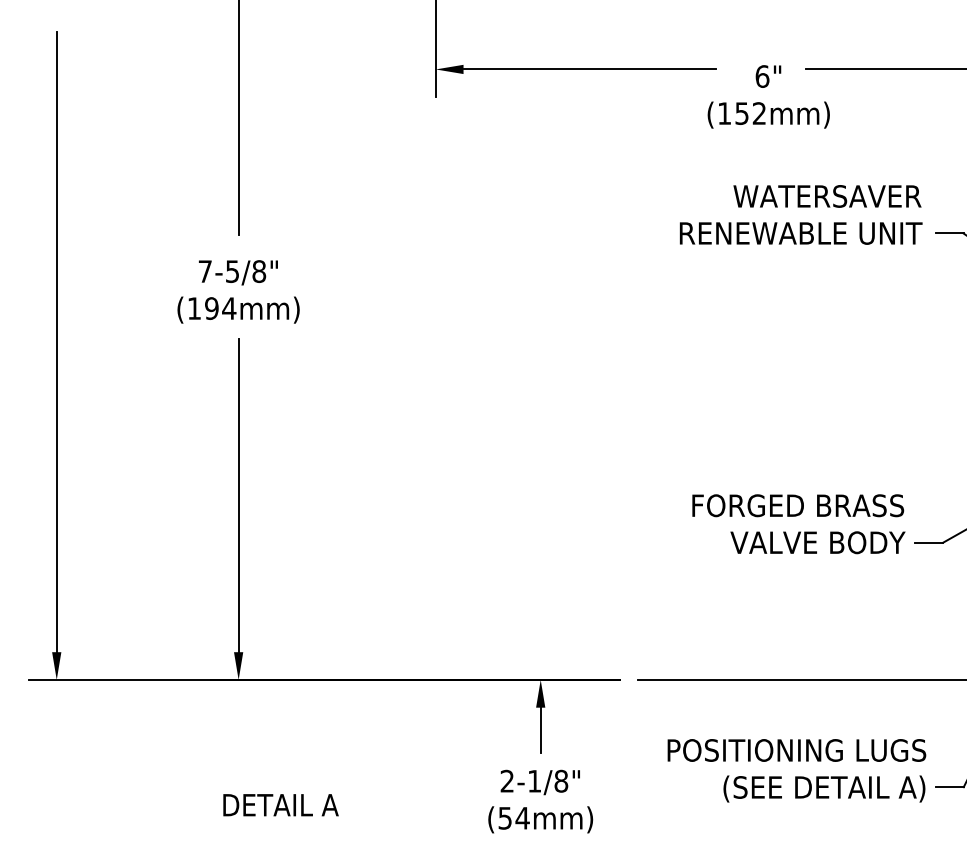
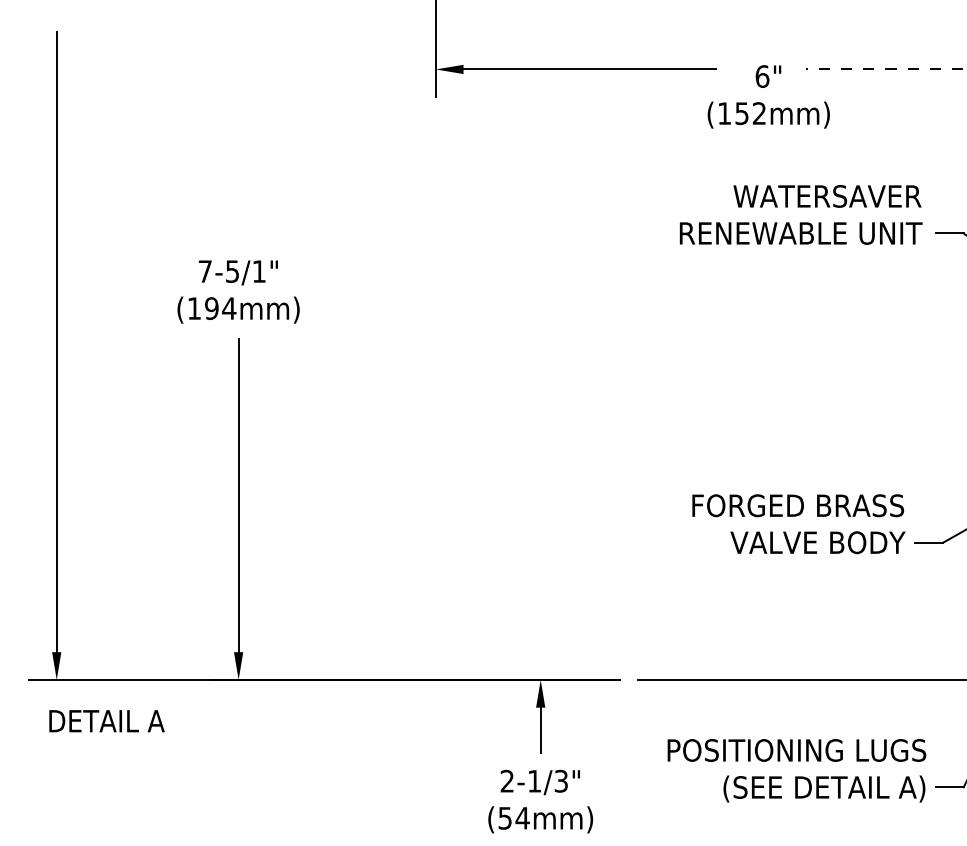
line at (886, 69): solid -> dashed
line at (238, 118): present -> none
text at (259, 271): 7-5/8" -> 7-5/1"
text at (561, 780): 2-1/8" -> 2-1/3"
text at (280, 805) position: (280, 805) -> (106, 721)
